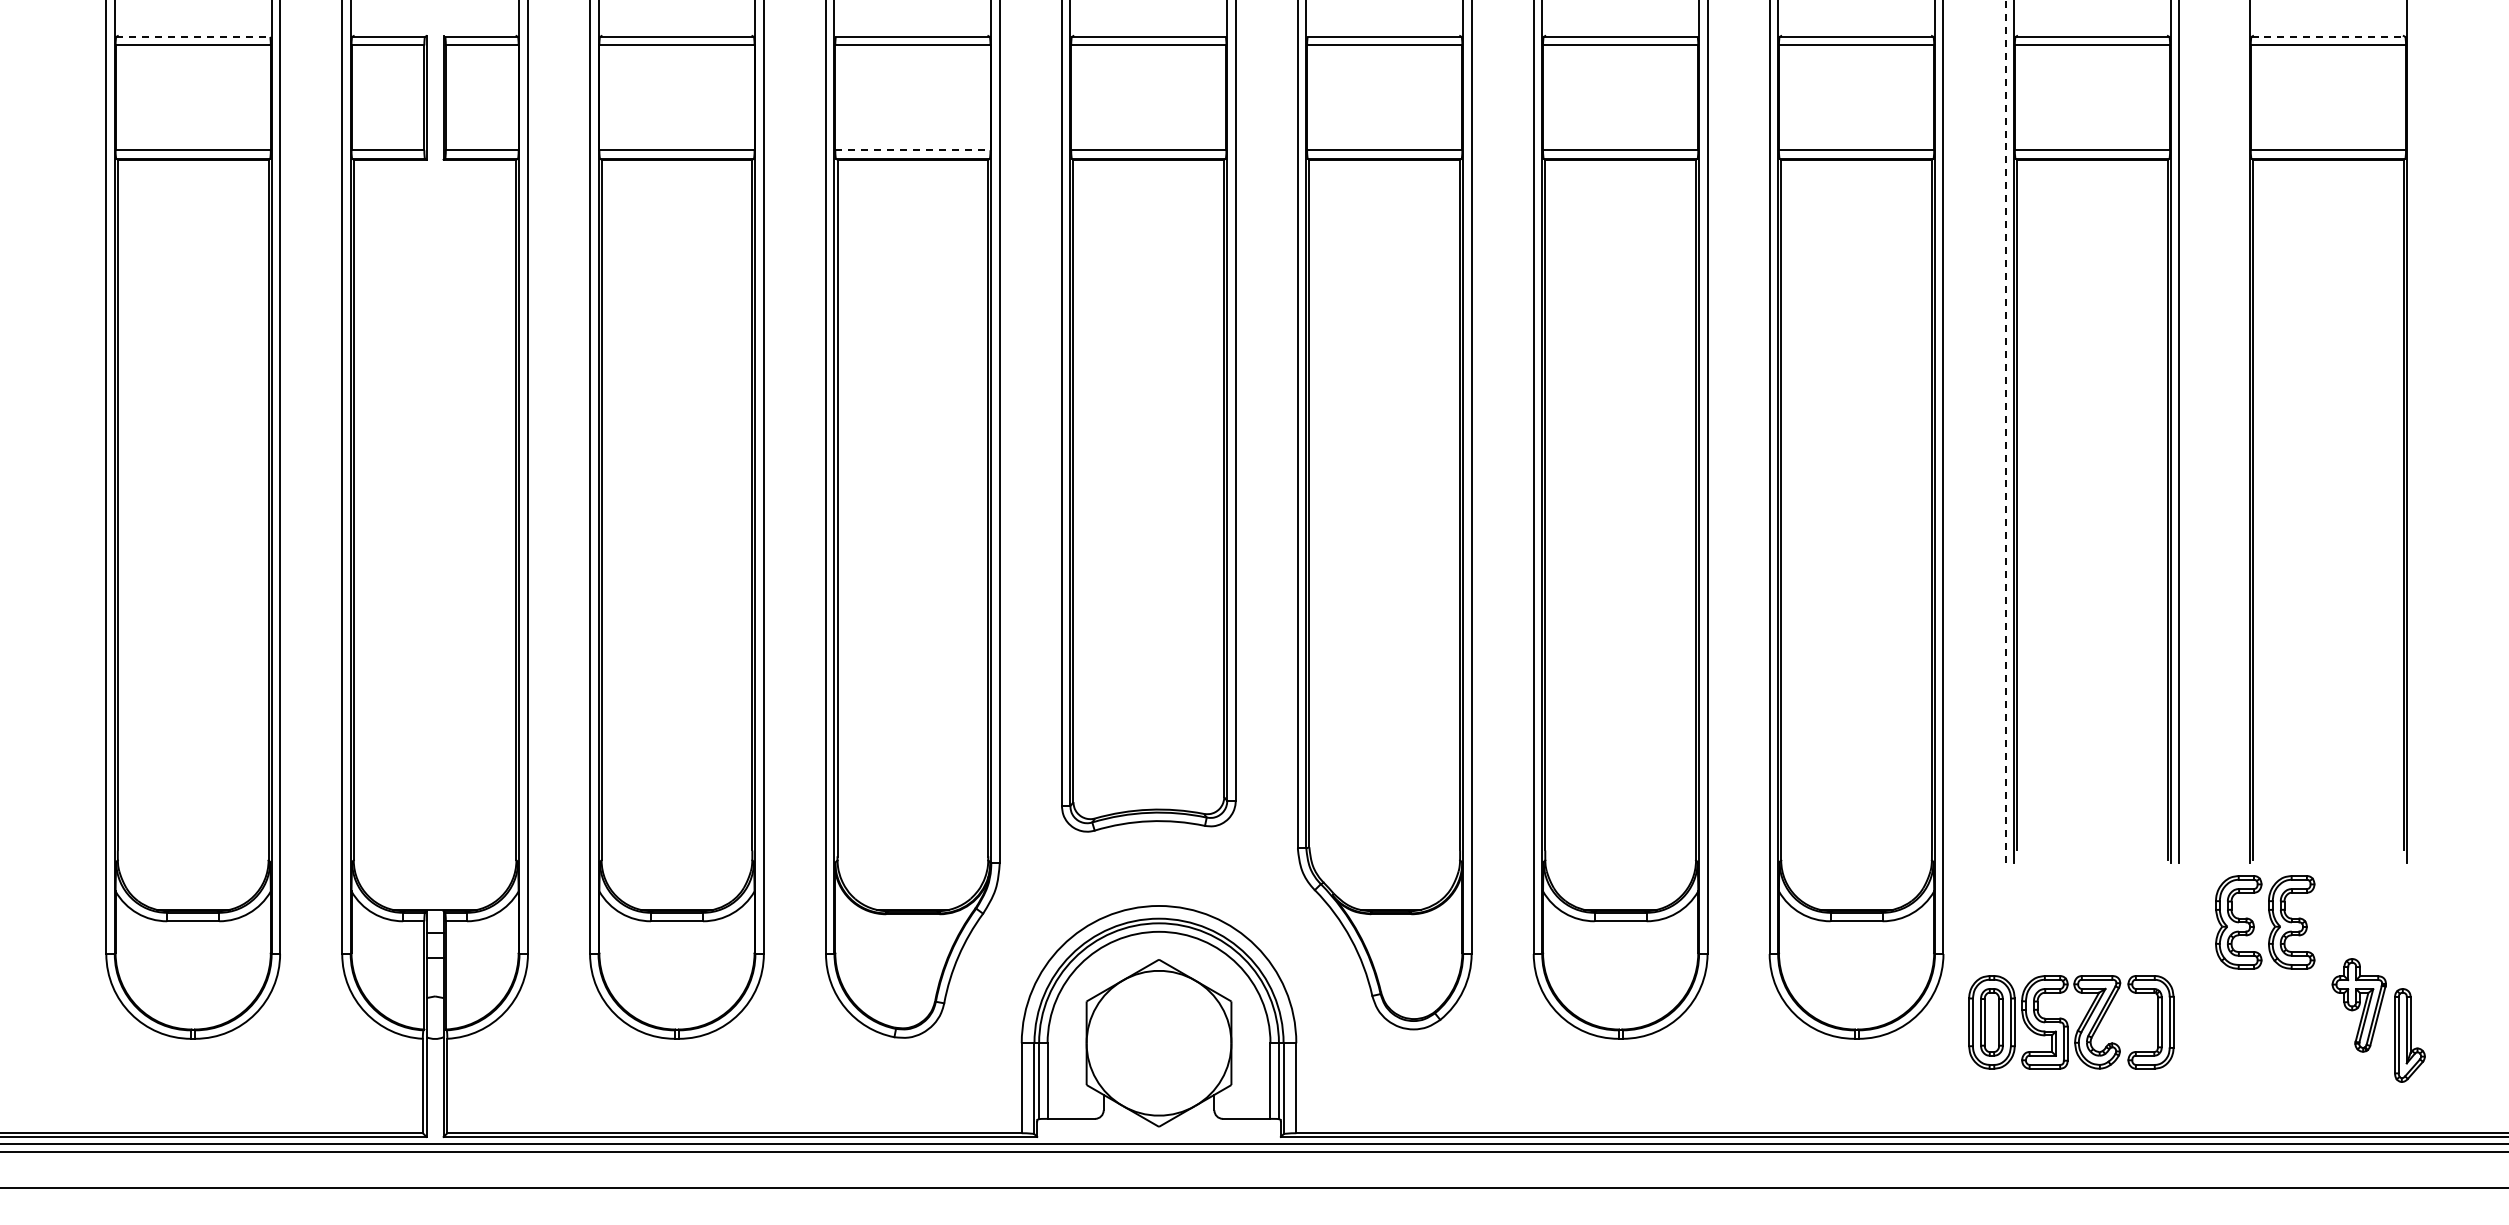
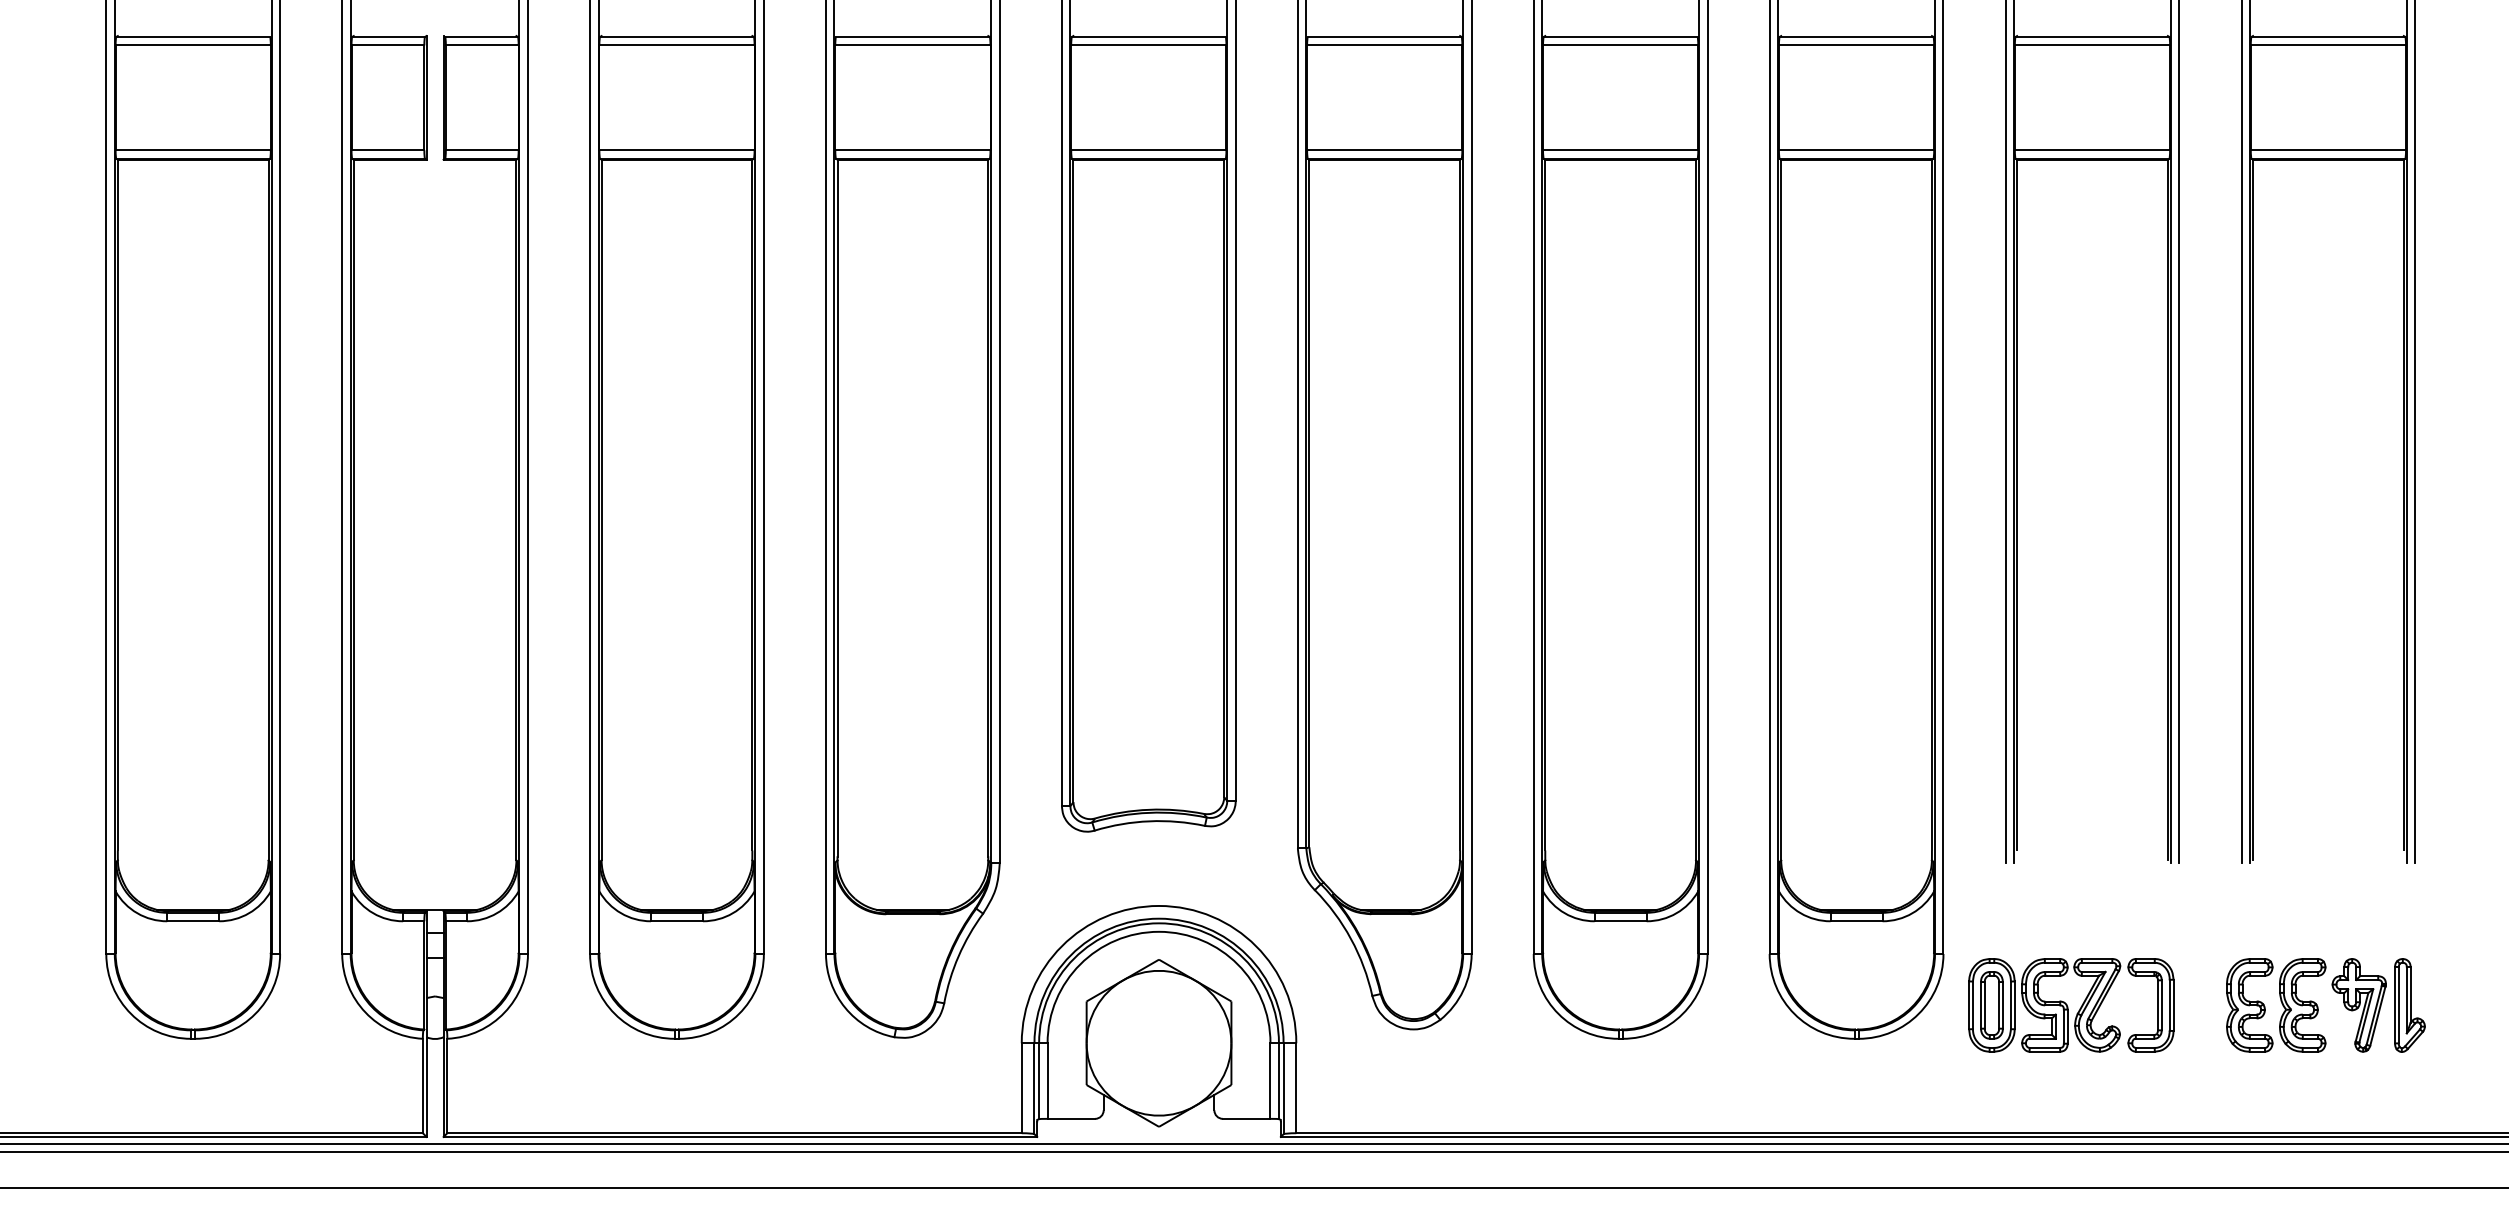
line at (193, 36): dashed -> solid
line at (2328, 36): dashed -> solid
line at (912, 150): dashed -> solid
line at (2005, 431): dashed -> solid
line at (2241, 432): none -> present
line at (2415, 432): none -> present
part at (2265, 922) position: (2265, 922) -> (2276, 1005)
part at (2071, 1022) position: (2071, 1022) -> (2071, 1005)
part at (2409, 1035) position: (2409, 1035) -> (2409, 1005)
